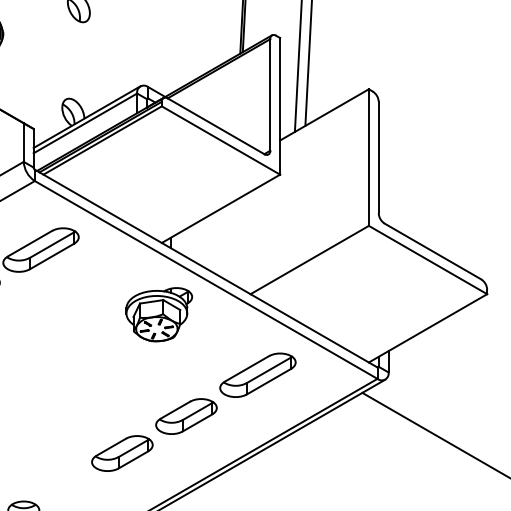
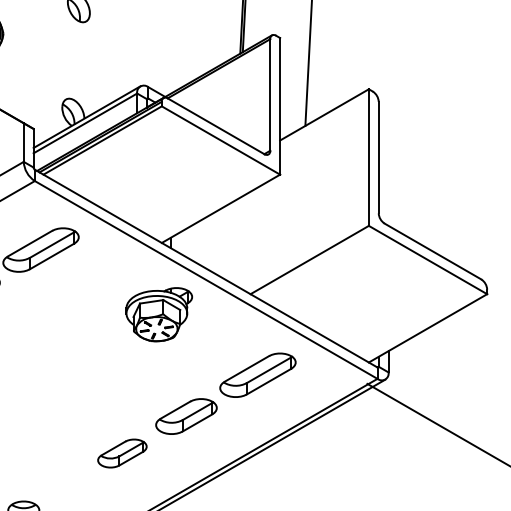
line at (297, 66): present -> none
line at (434, 434) position: (434, 434) -> (437, 423)
part at (122, 453) size: 63x37 px -> 51x31 px
